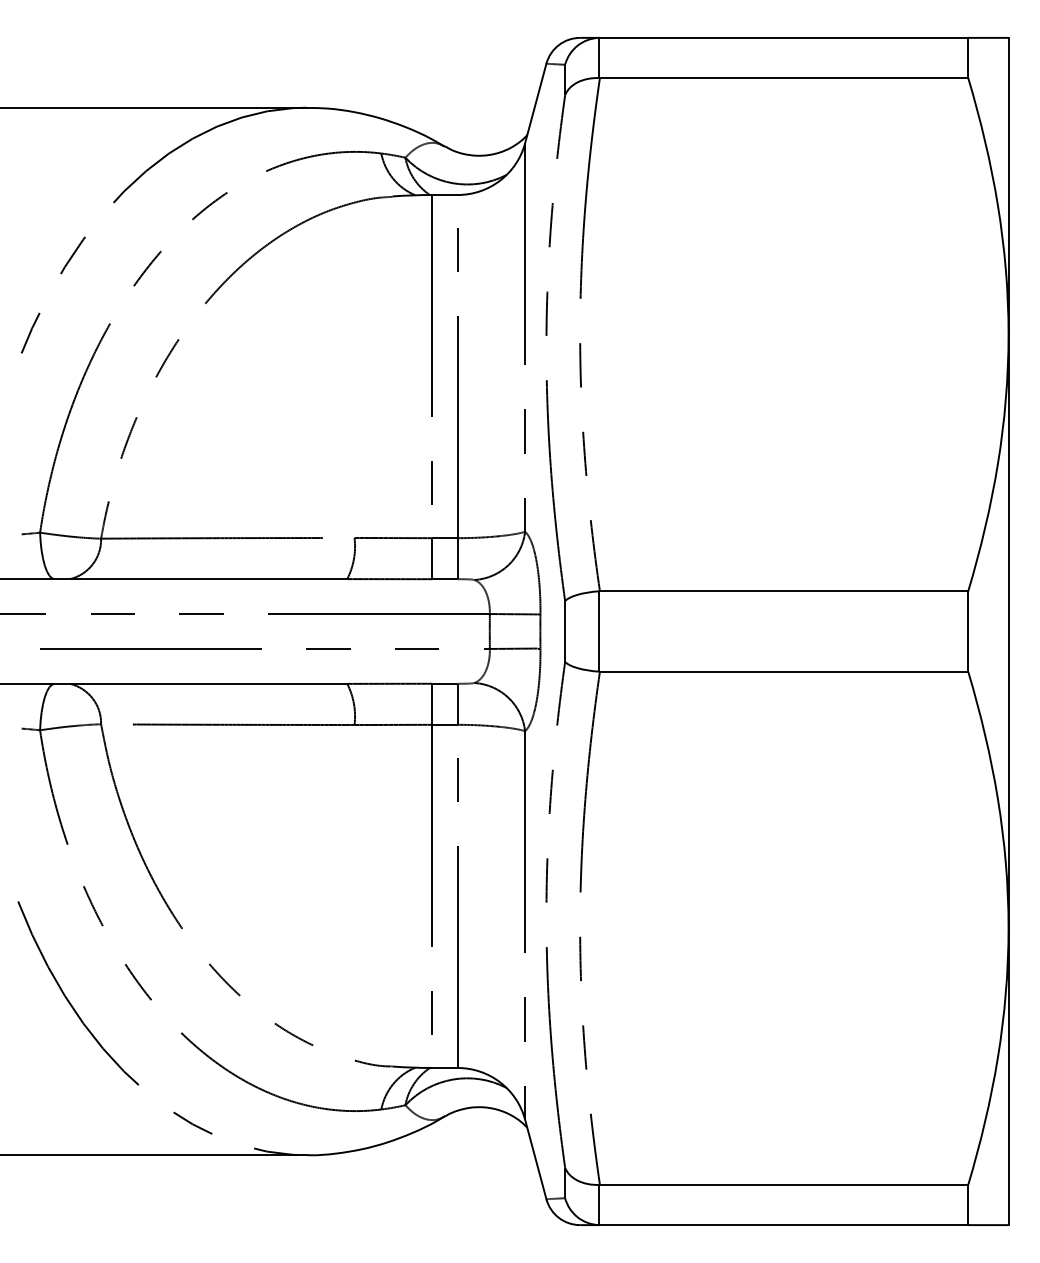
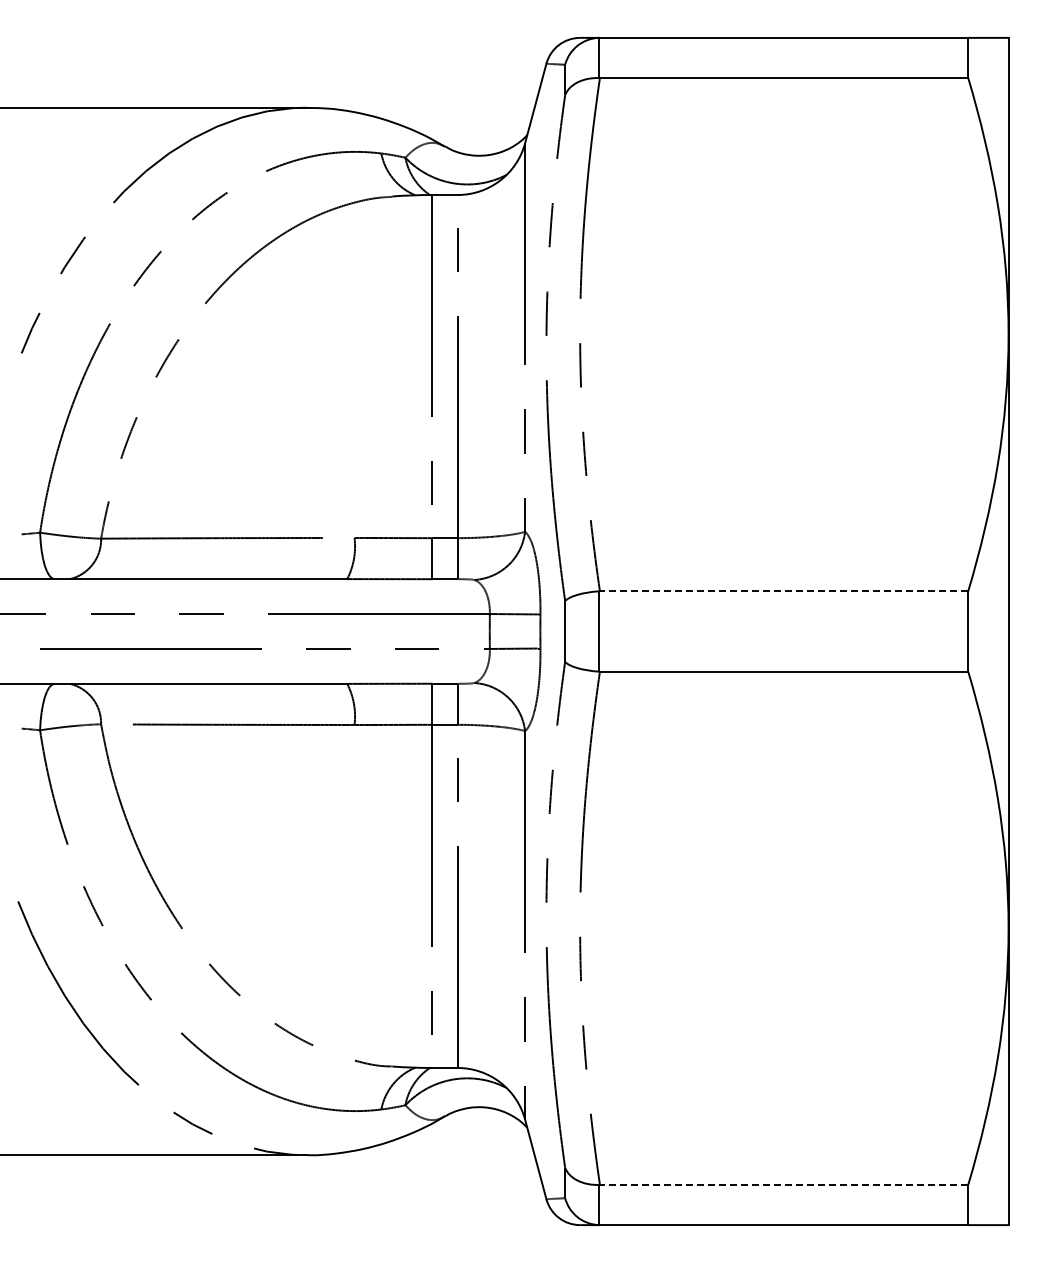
line at (783, 591): solid -> dashed
line at (783, 1184): solid -> dashed
